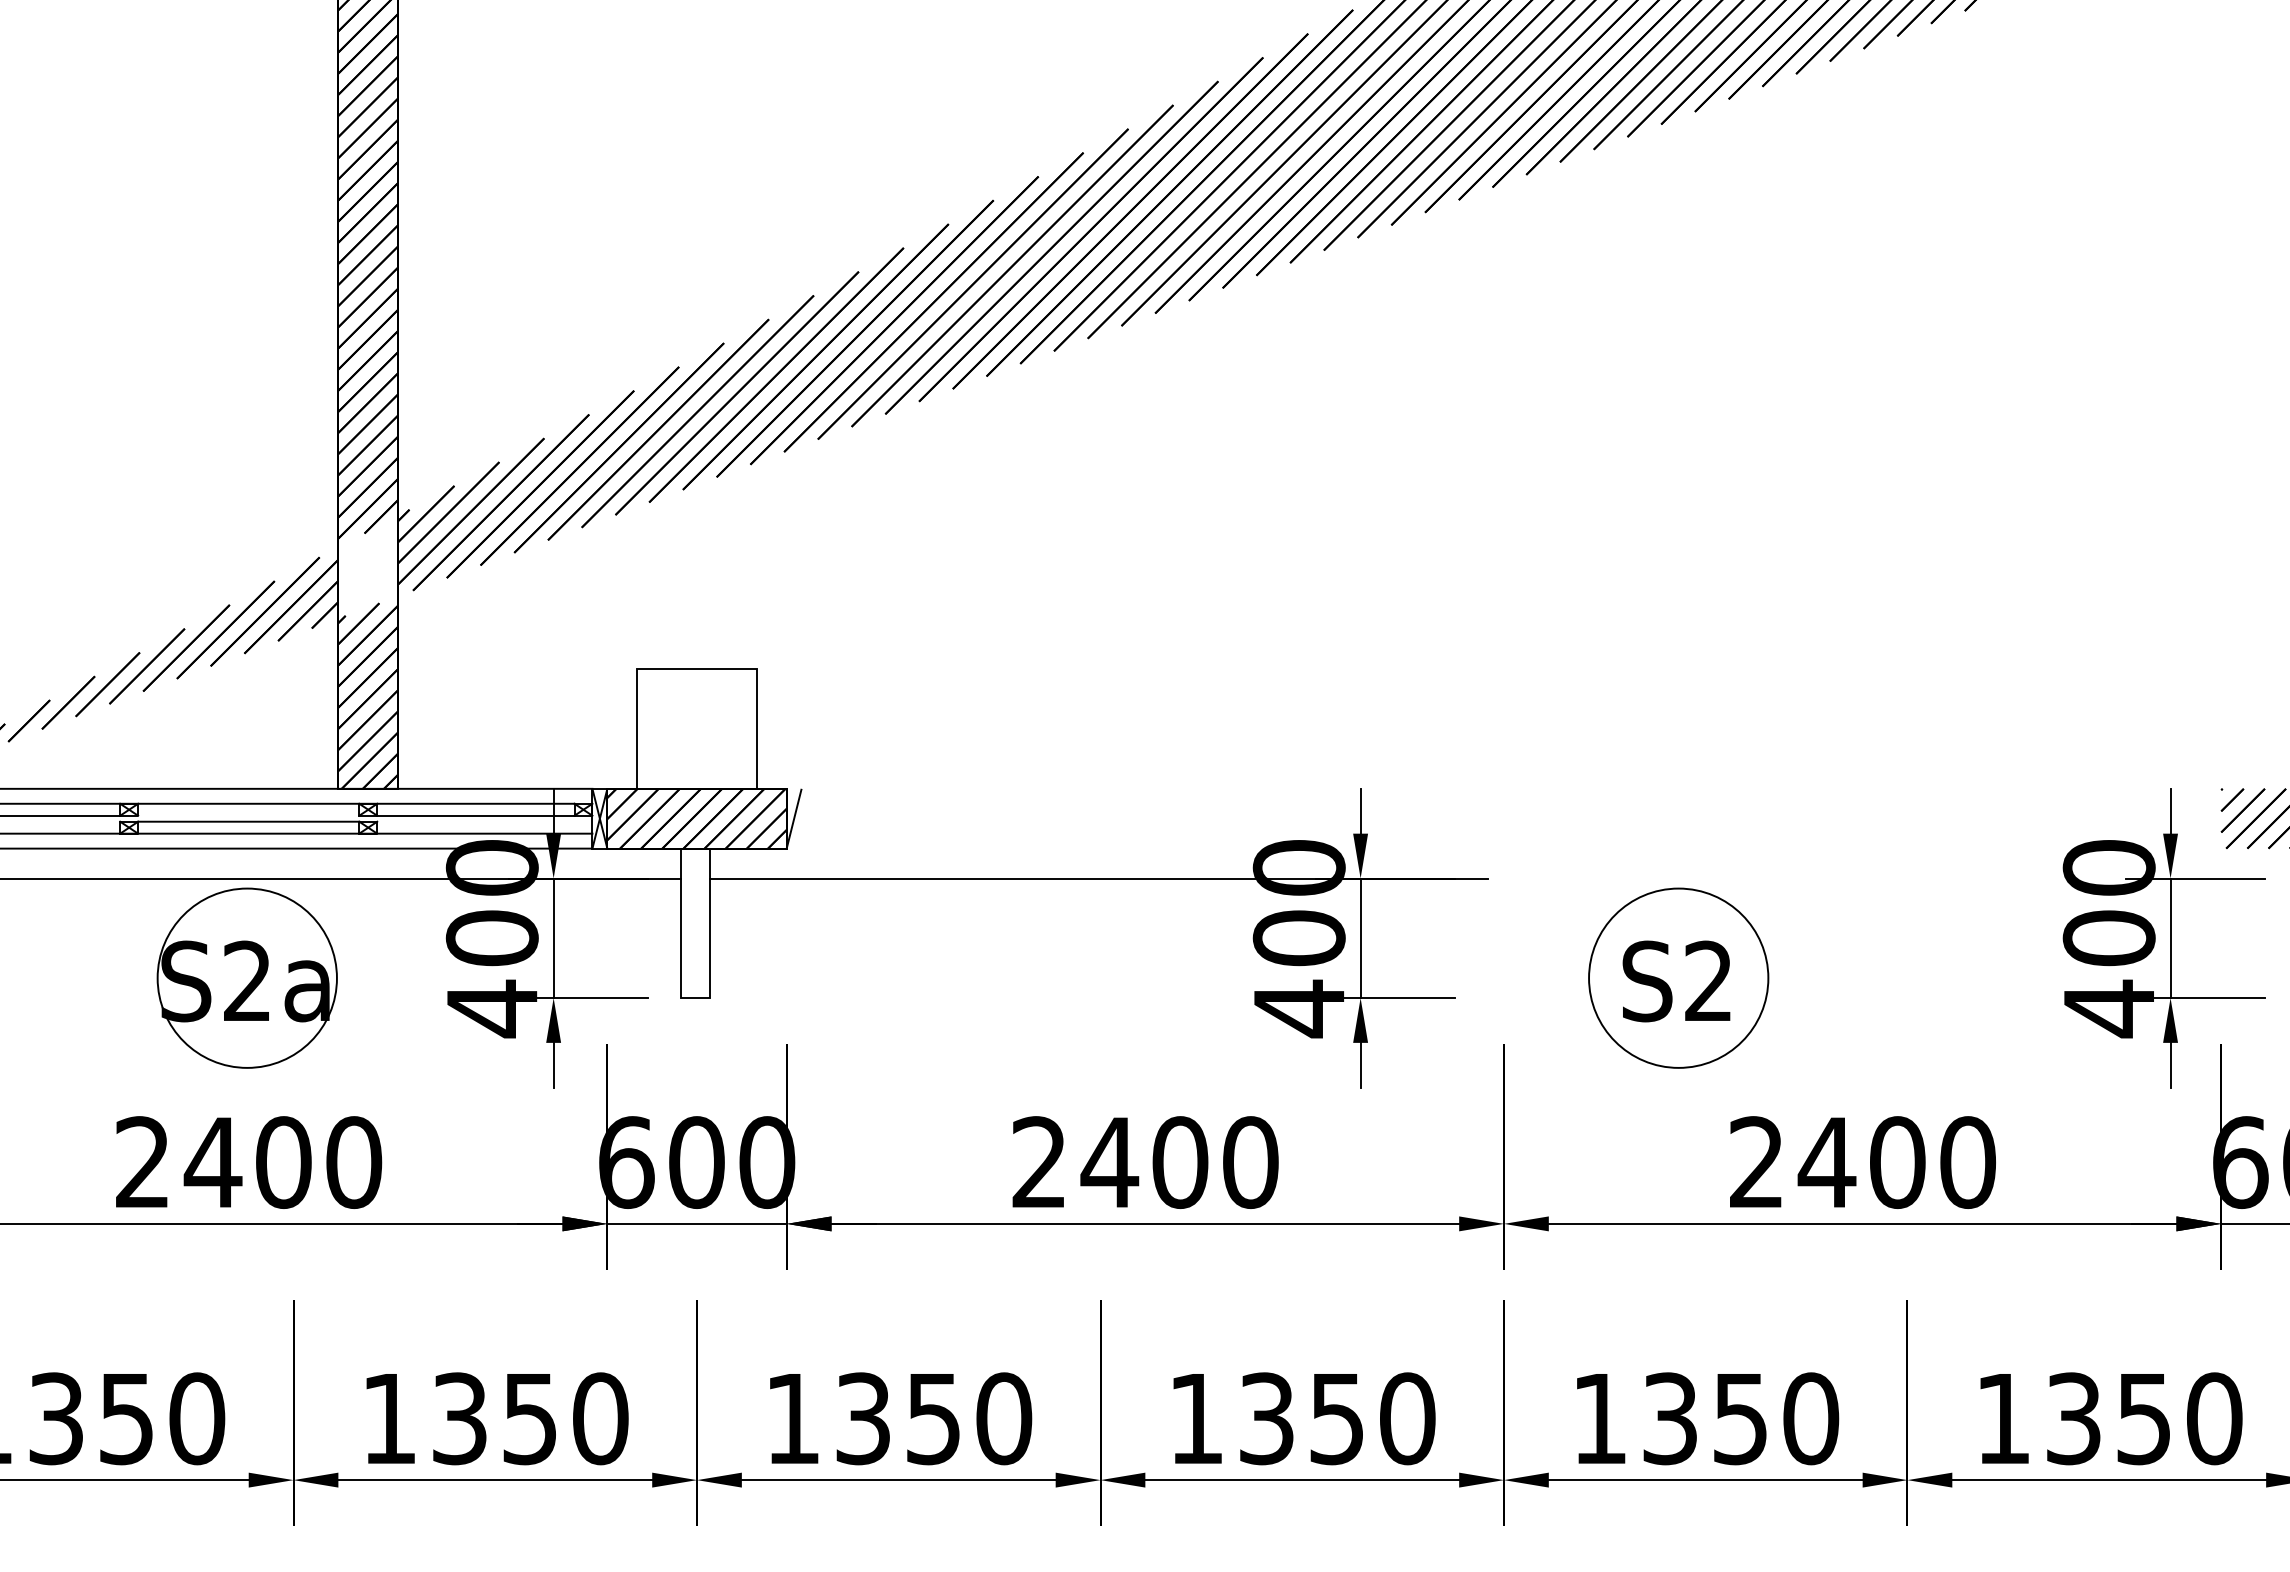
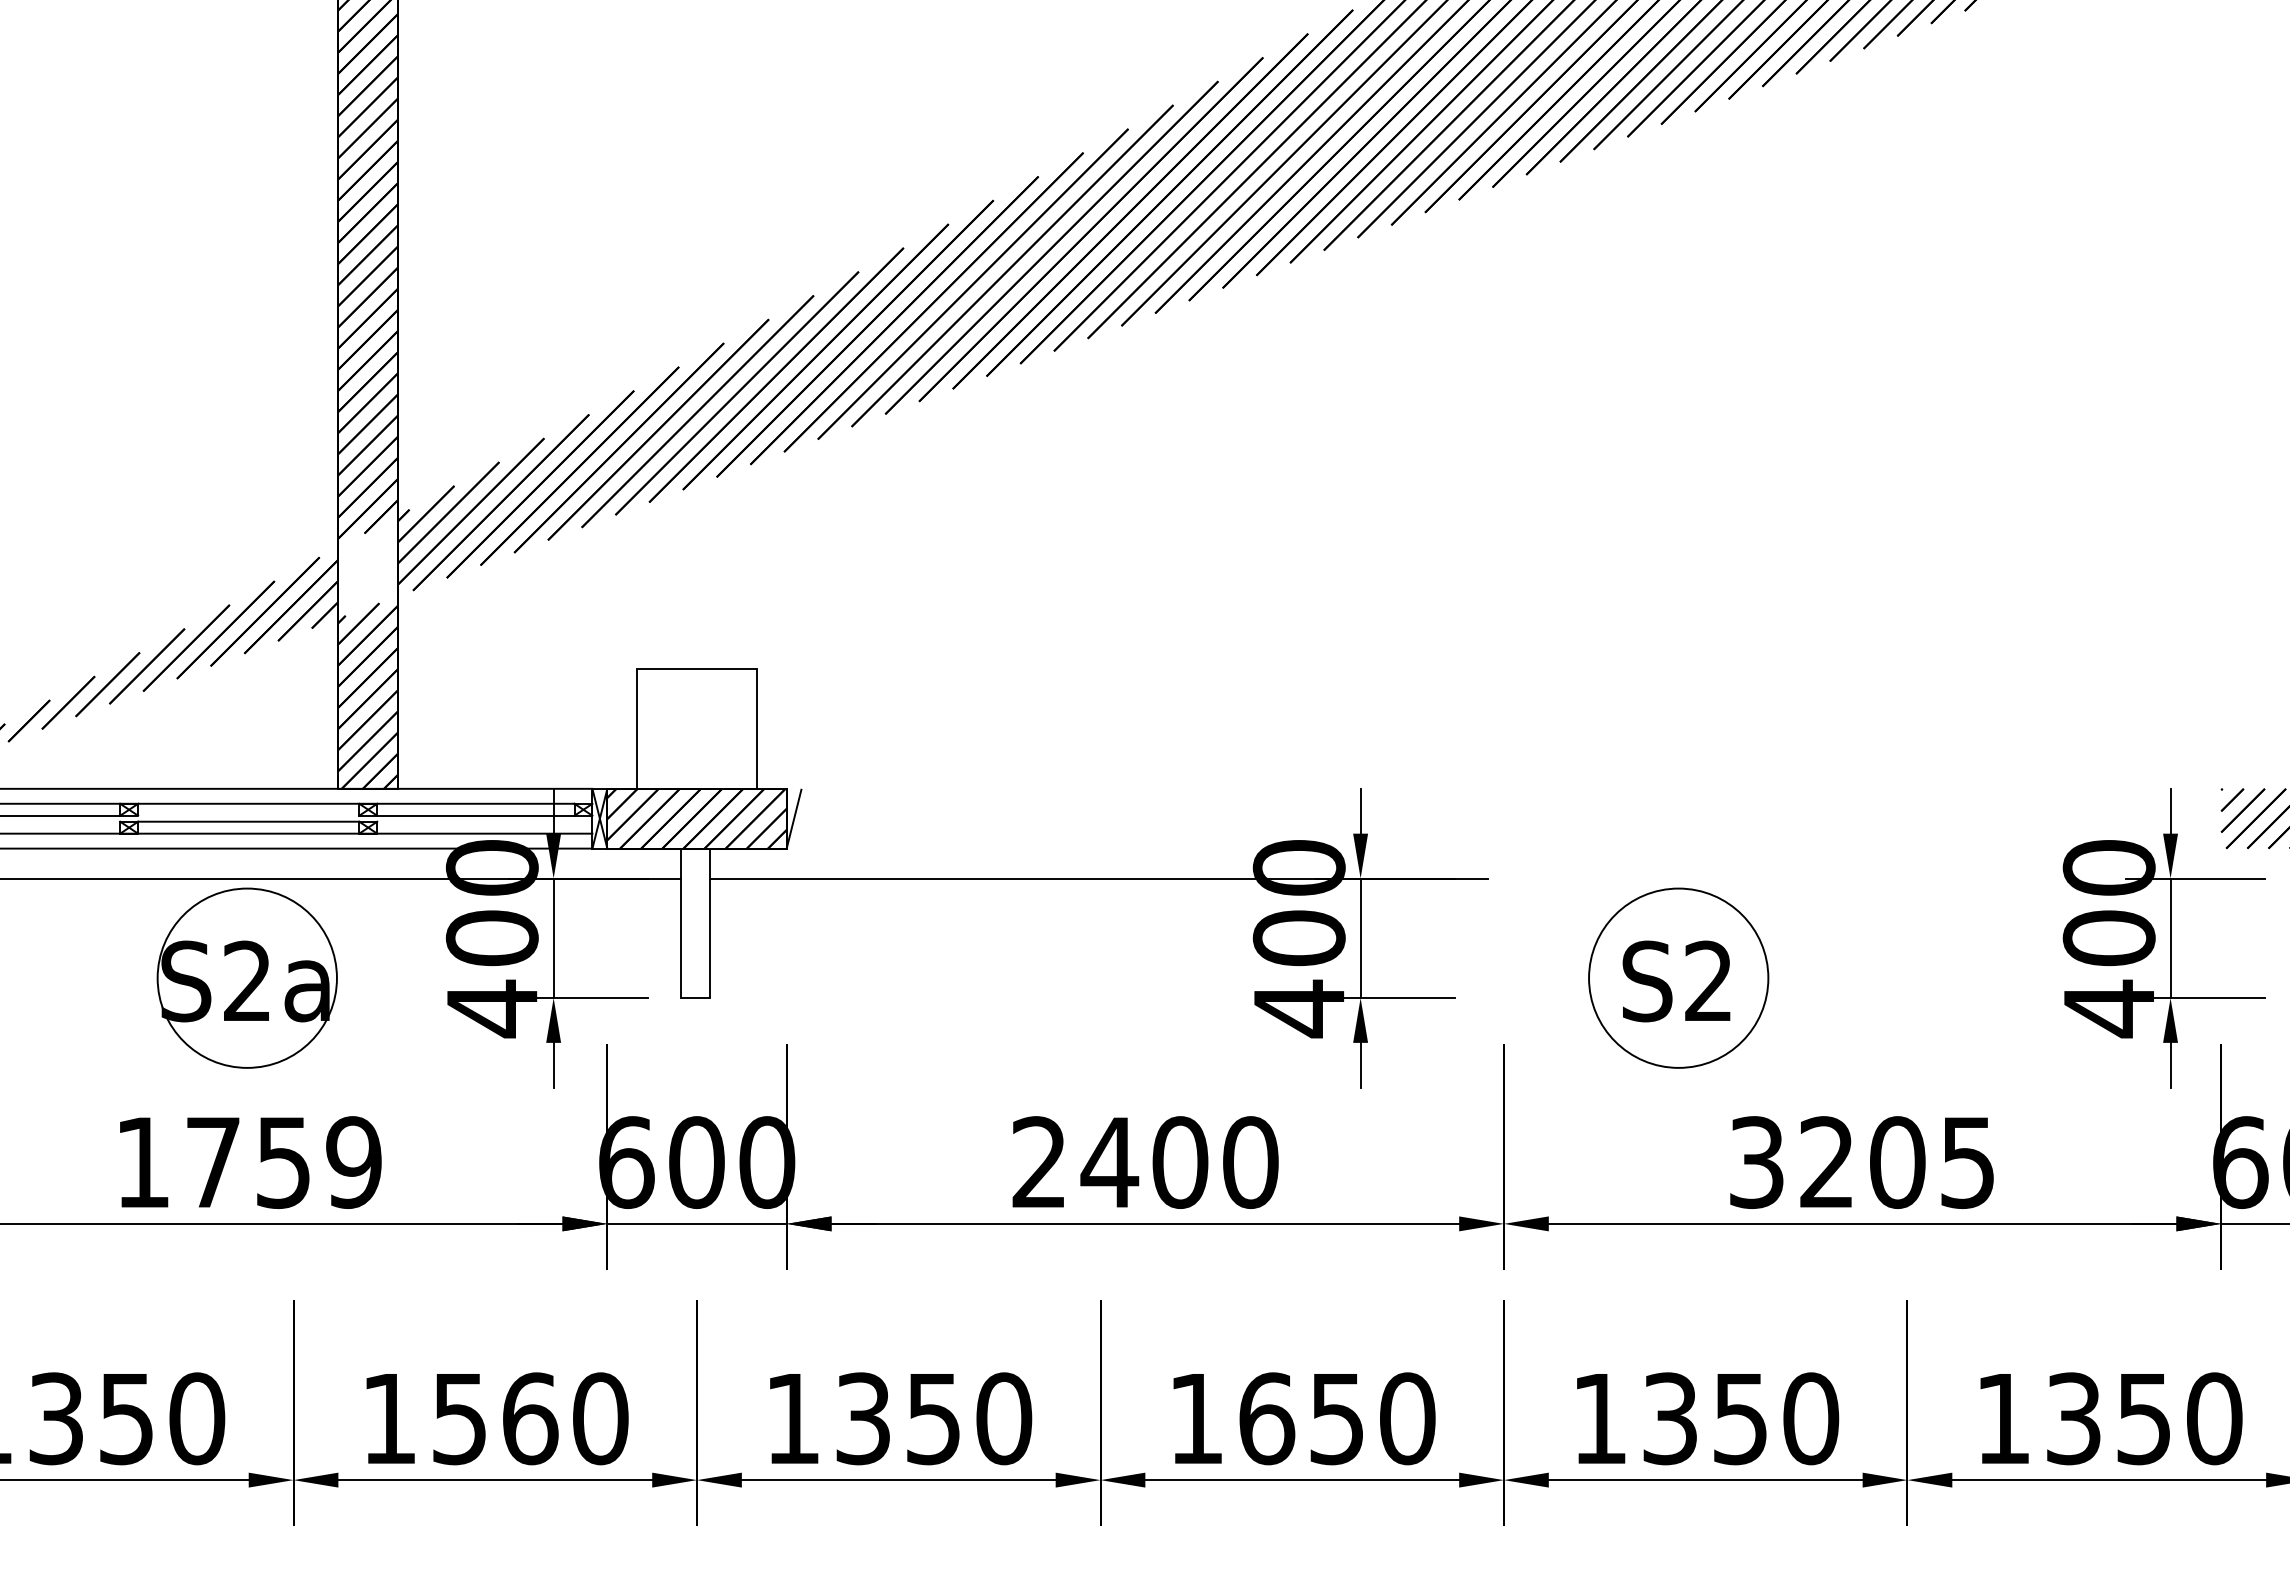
text at (249, 1162): 2400 -> 1759
text at (1862, 1162): 2400 -> 3205
text at (495, 1418): 1350 -> 1560
text at (1267, 1418): 1350 -> 1650
